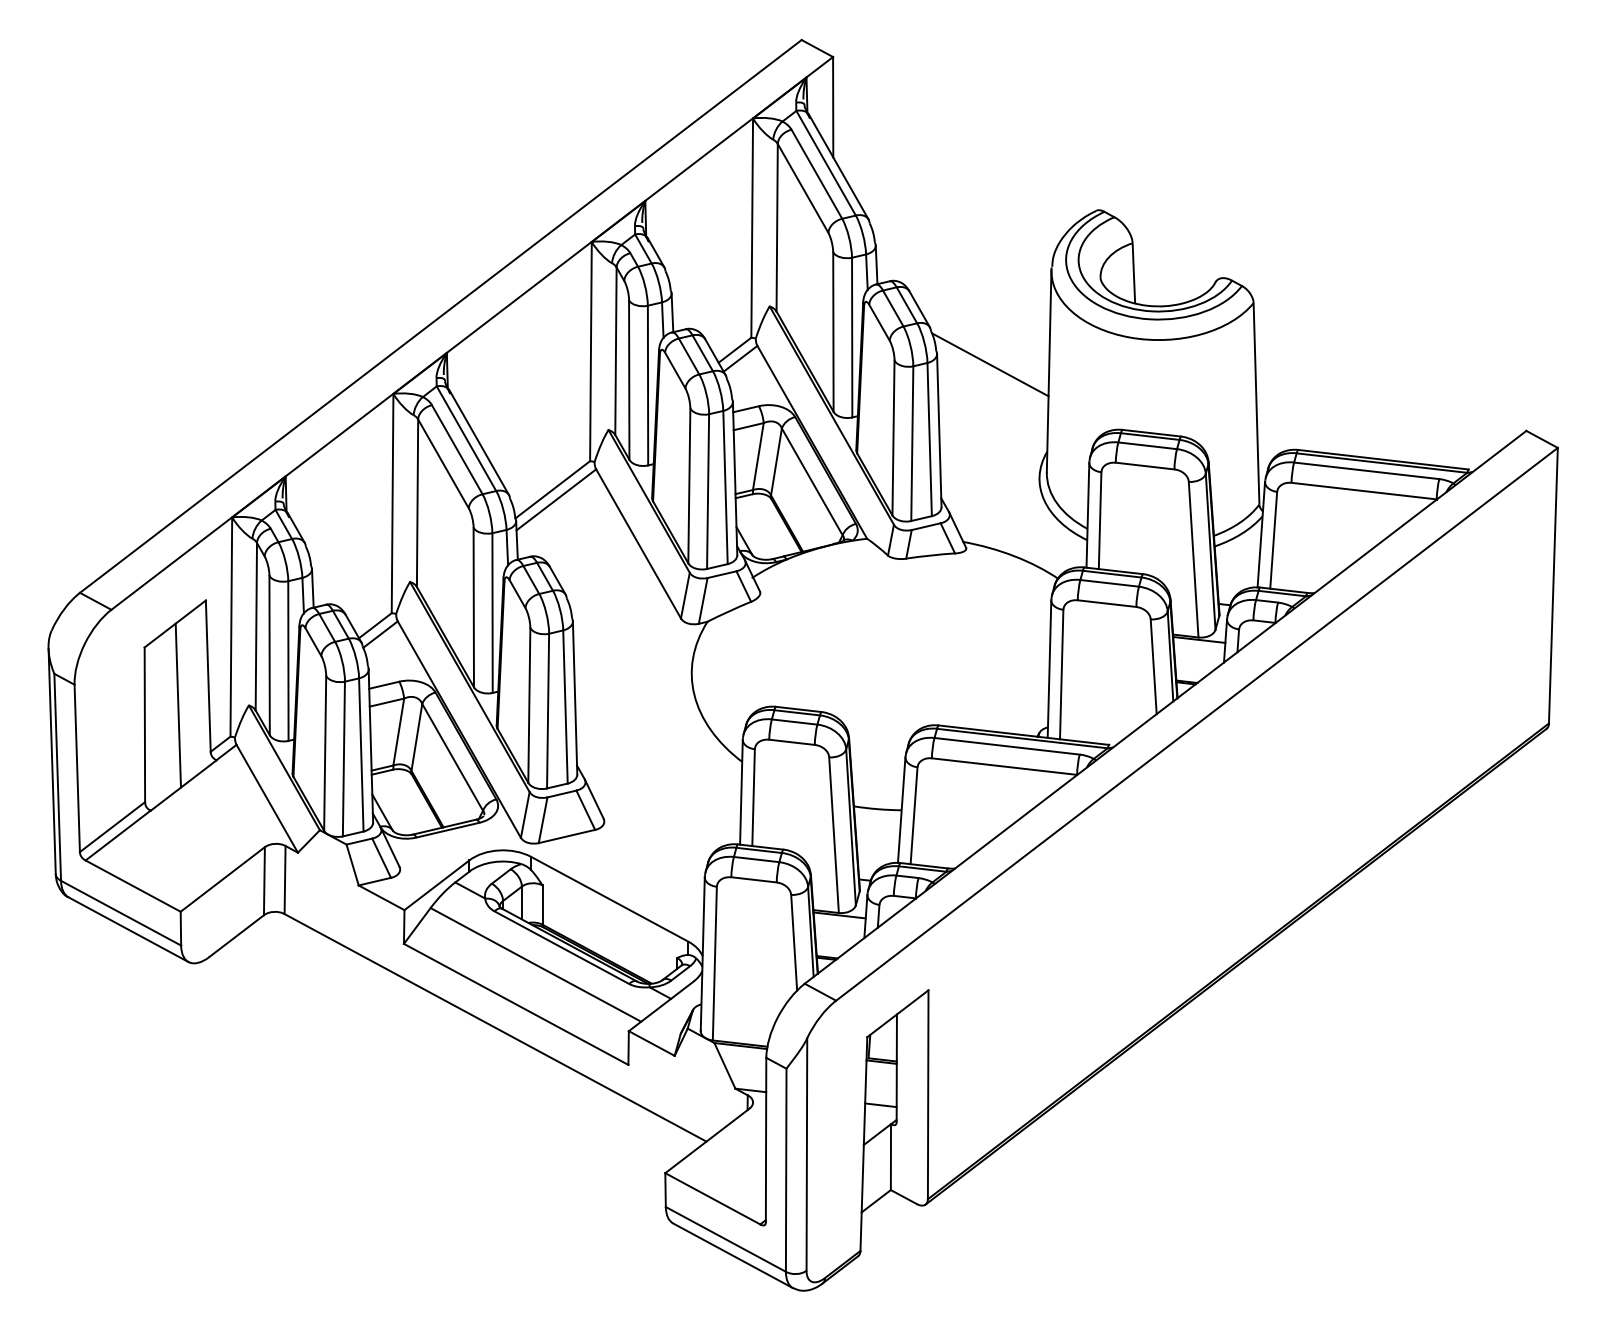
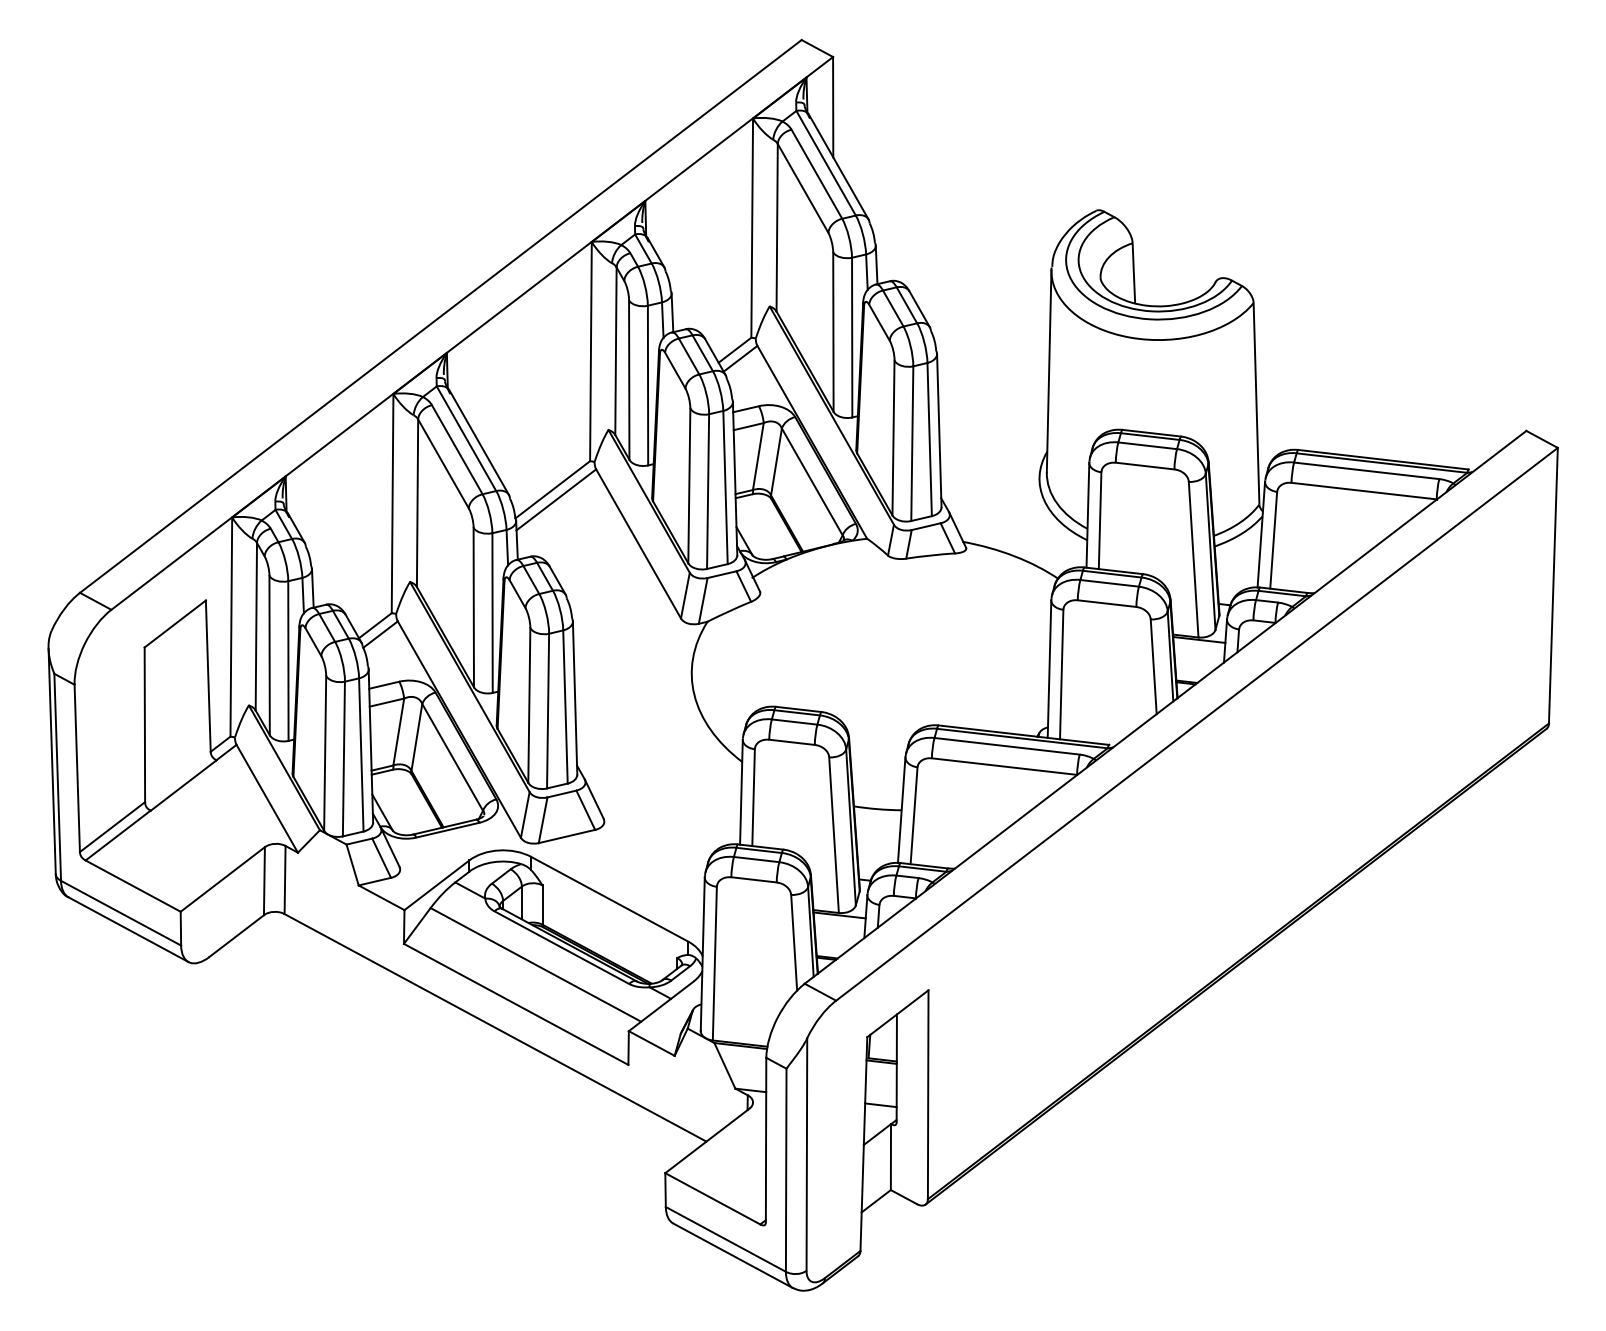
line at (990, 364): present -> none
line at (177, 705): present -> none
